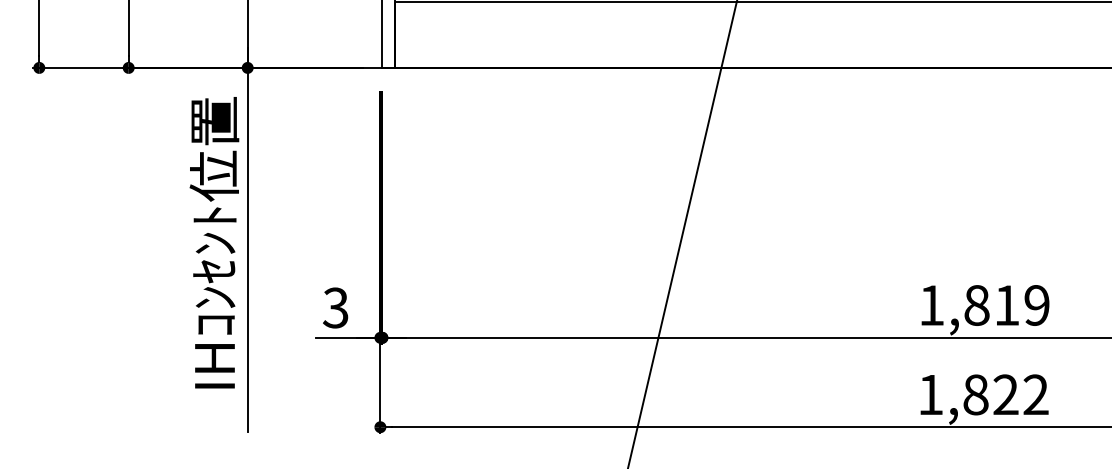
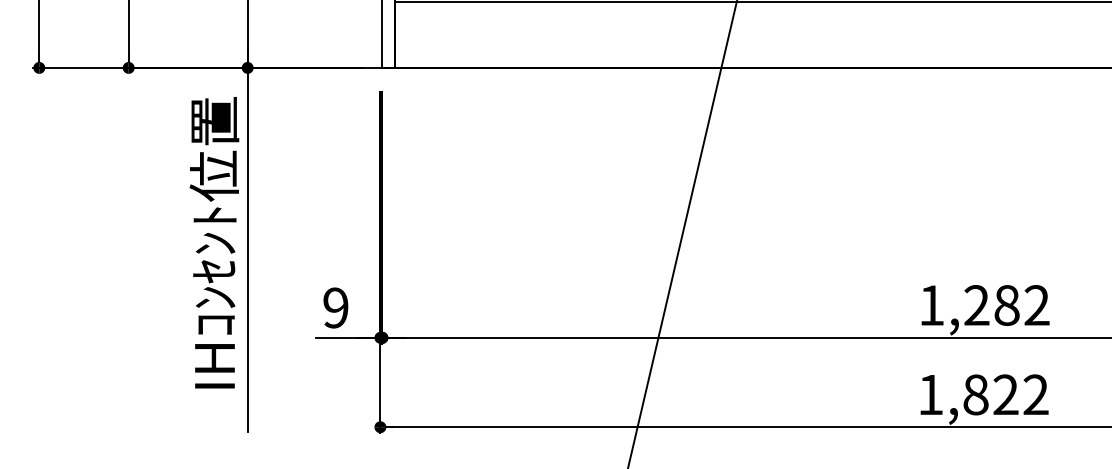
text at (1006, 305): 1,819 -> 1,282
text at (335, 307): 3 -> 9
